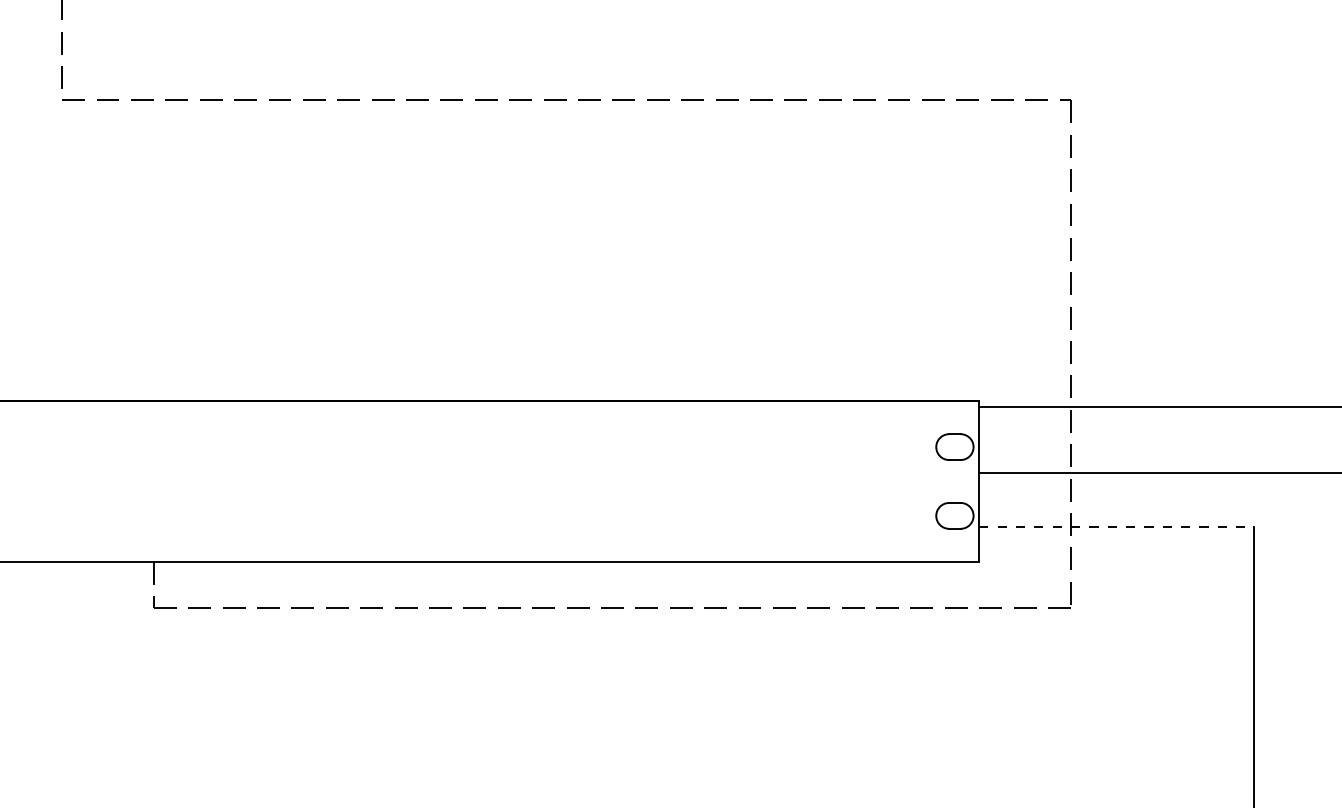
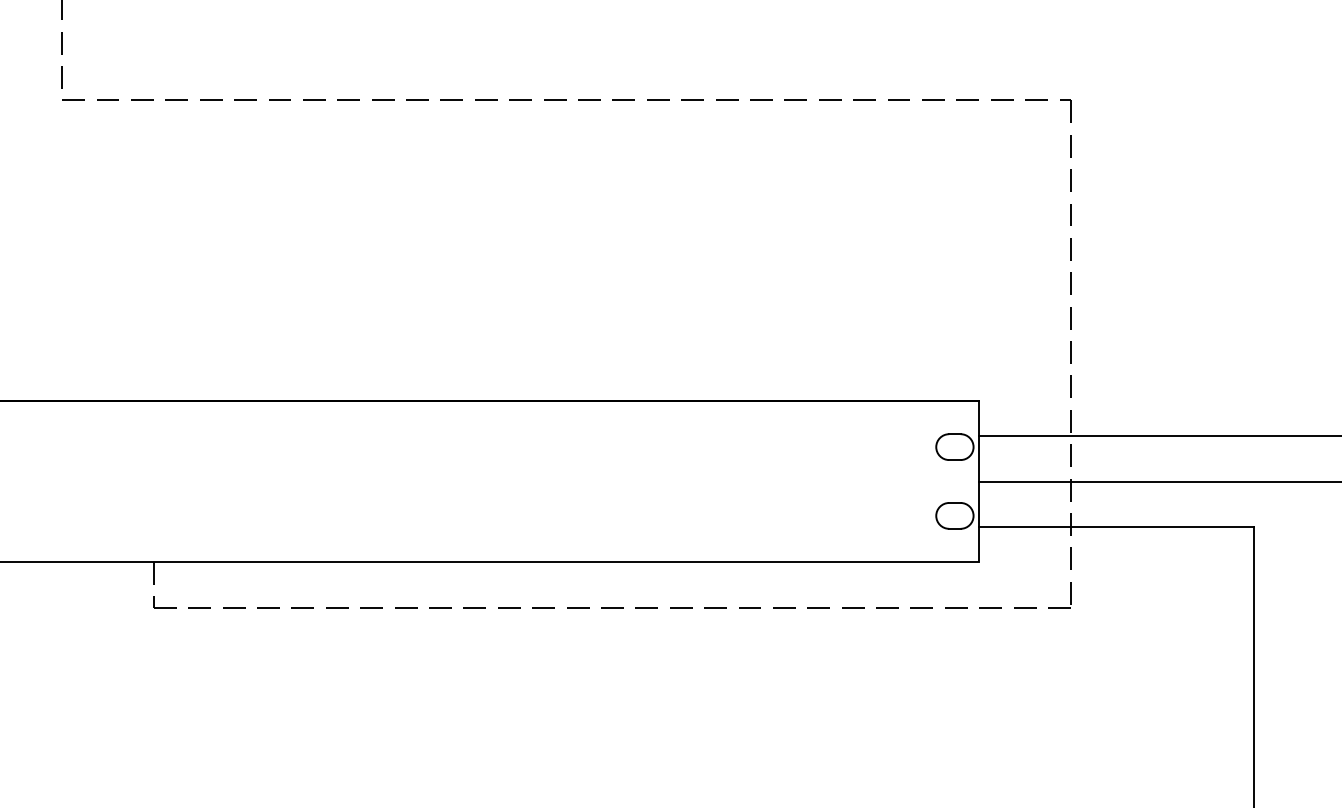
line at (1158, 406) position: (1158, 406) -> (1158, 435)
line at (1158, 472) position: (1158, 472) -> (1158, 481)
line at (1116, 527): dashed -> solid
